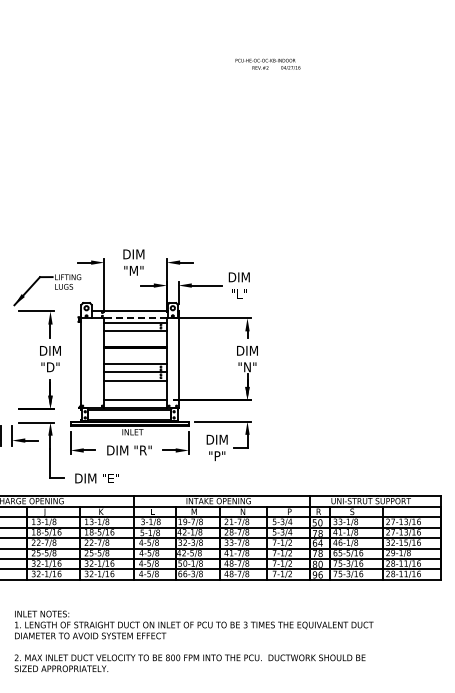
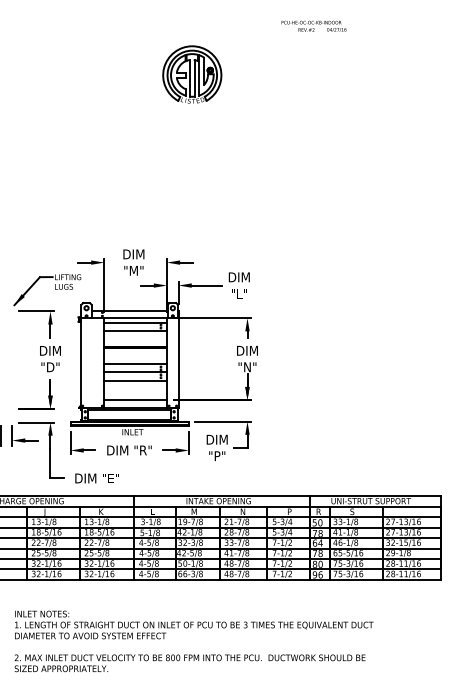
text at (267, 63) position: (267, 63) -> (313, 25)
part at (192, 74): none -> present
line at (135, 318): dashed -> solid
